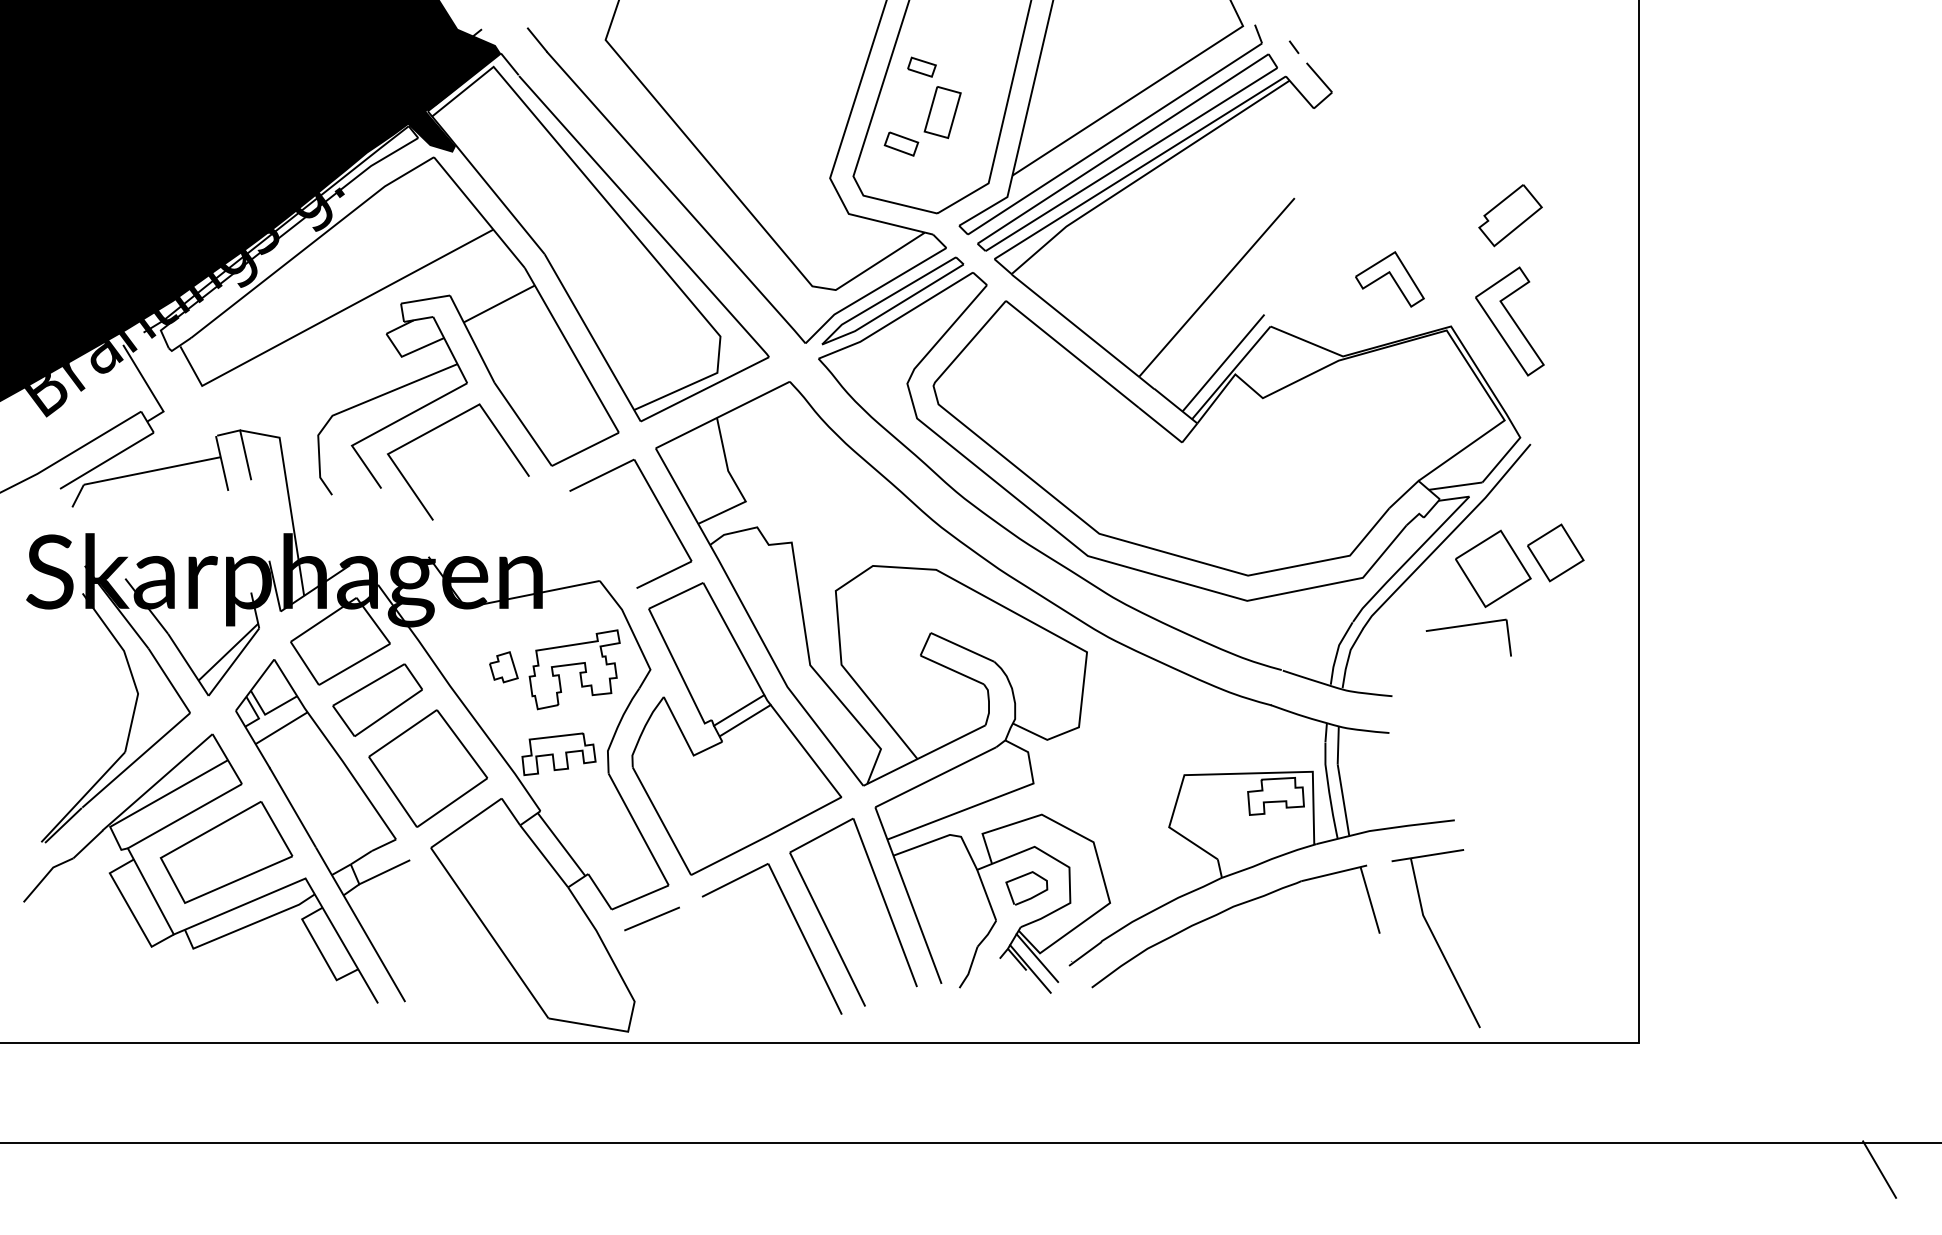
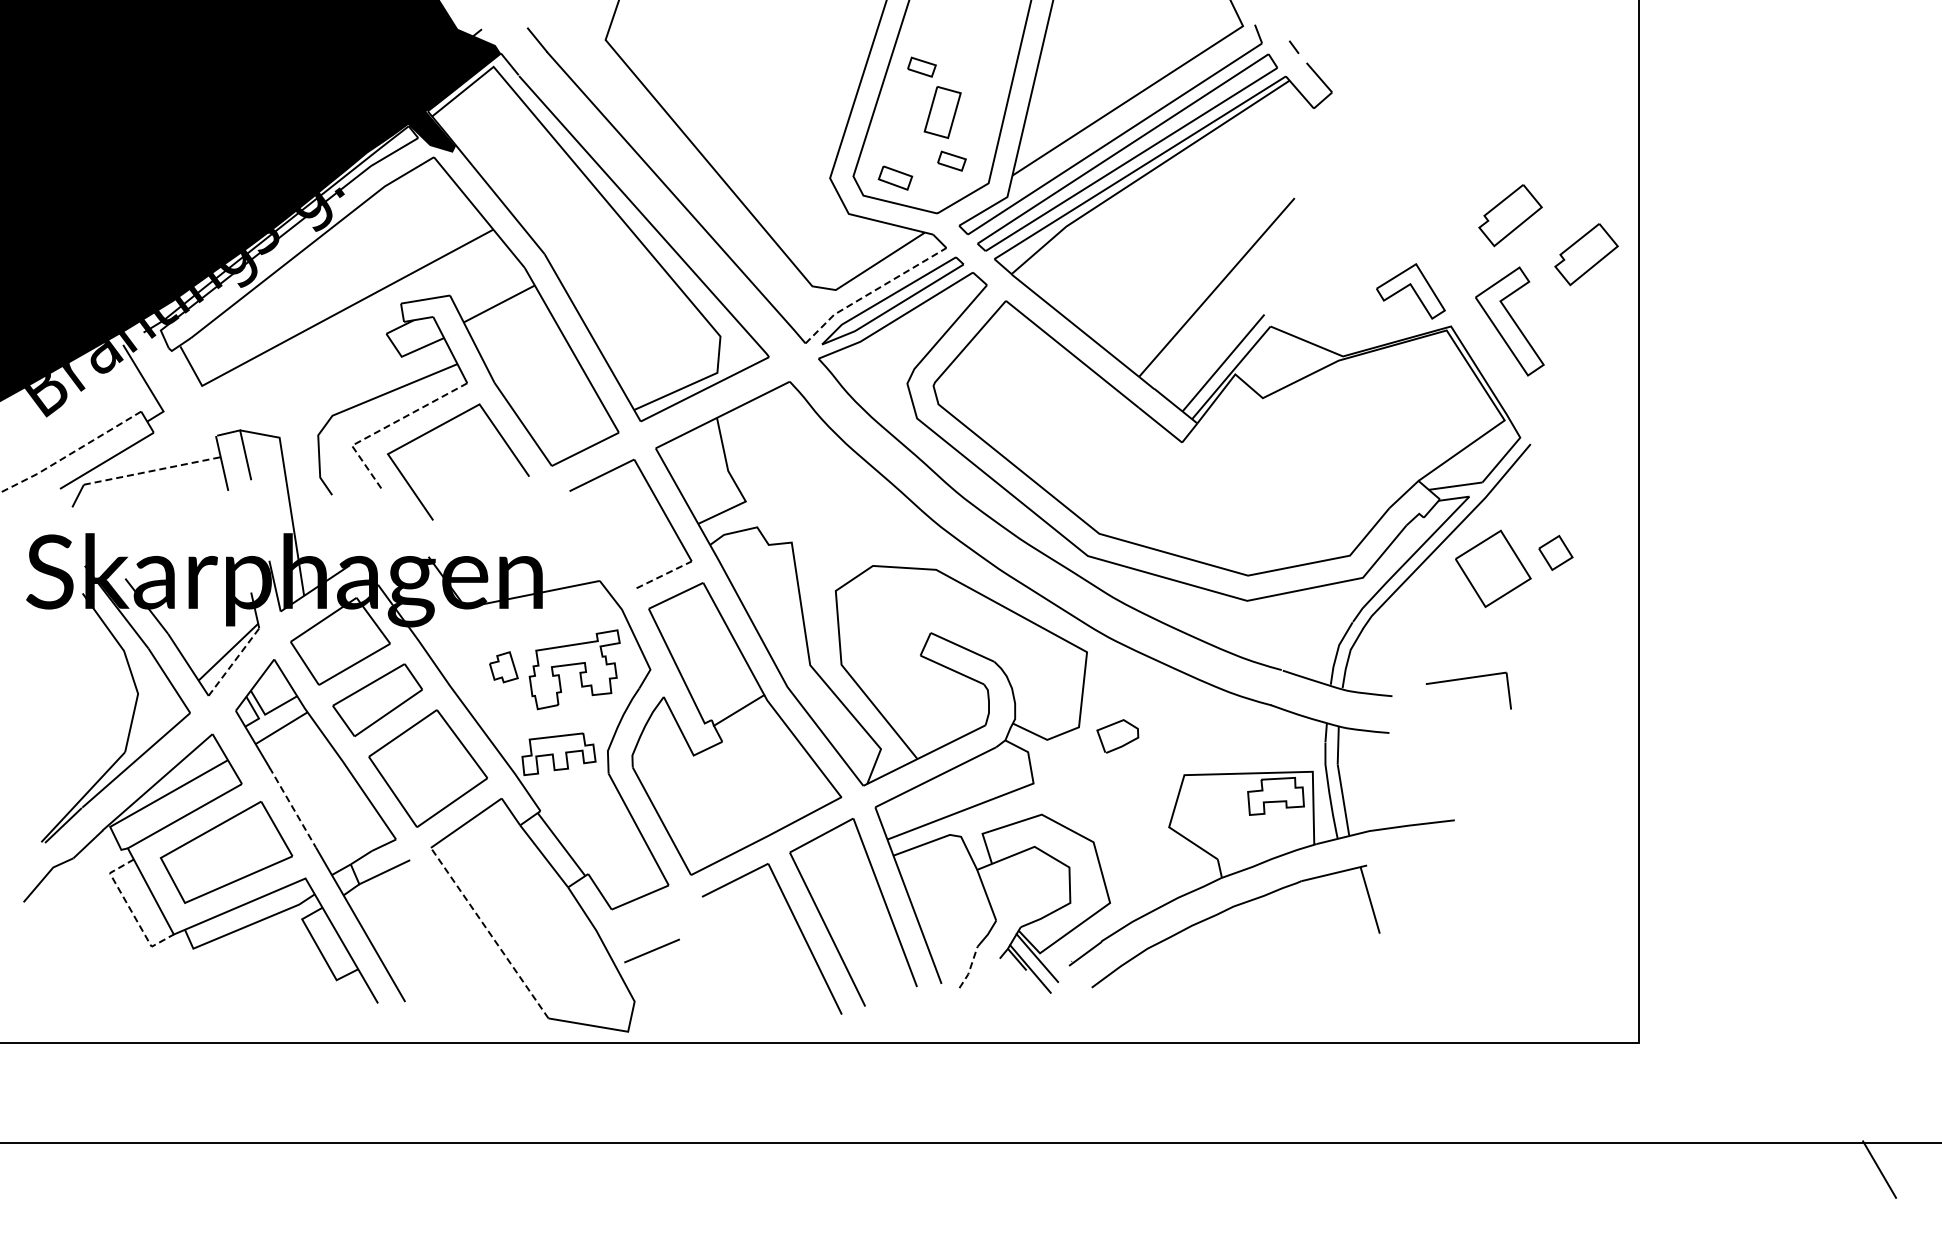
part at (901, 143) position: (901, 143) -> (895, 177)
part at (951, 160): none -> present
part at (1586, 254): none -> present
part at (1389, 279) position: (1389, 279) -> (1410, 291)
line at (872, 291): solid -> dashed
line at (386, 427): solid -> dashed
line at (71, 453): solid -> dashed
line at (152, 471): solid -> dashed
part at (1555, 552) size: 58x60 px -> 36x37 px
line at (664, 574): solid -> dashed
part at (1467, 626) position: (1467, 626) -> (1467, 679)
line at (234, 661): solid -> dashed
line at (745, 720): present -> none
line at (292, 806): solid -> dashed
curve at (1030, 897) position: (1030, 897) -> (1121, 745)
line at (130, 909): solid -> dashed
line at (651, 918) position: (651, 918) -> (651, 950)
line at (489, 933): solid -> dashed
part at (1435, 938): present -> none
line at (970, 968): solid -> dashed
